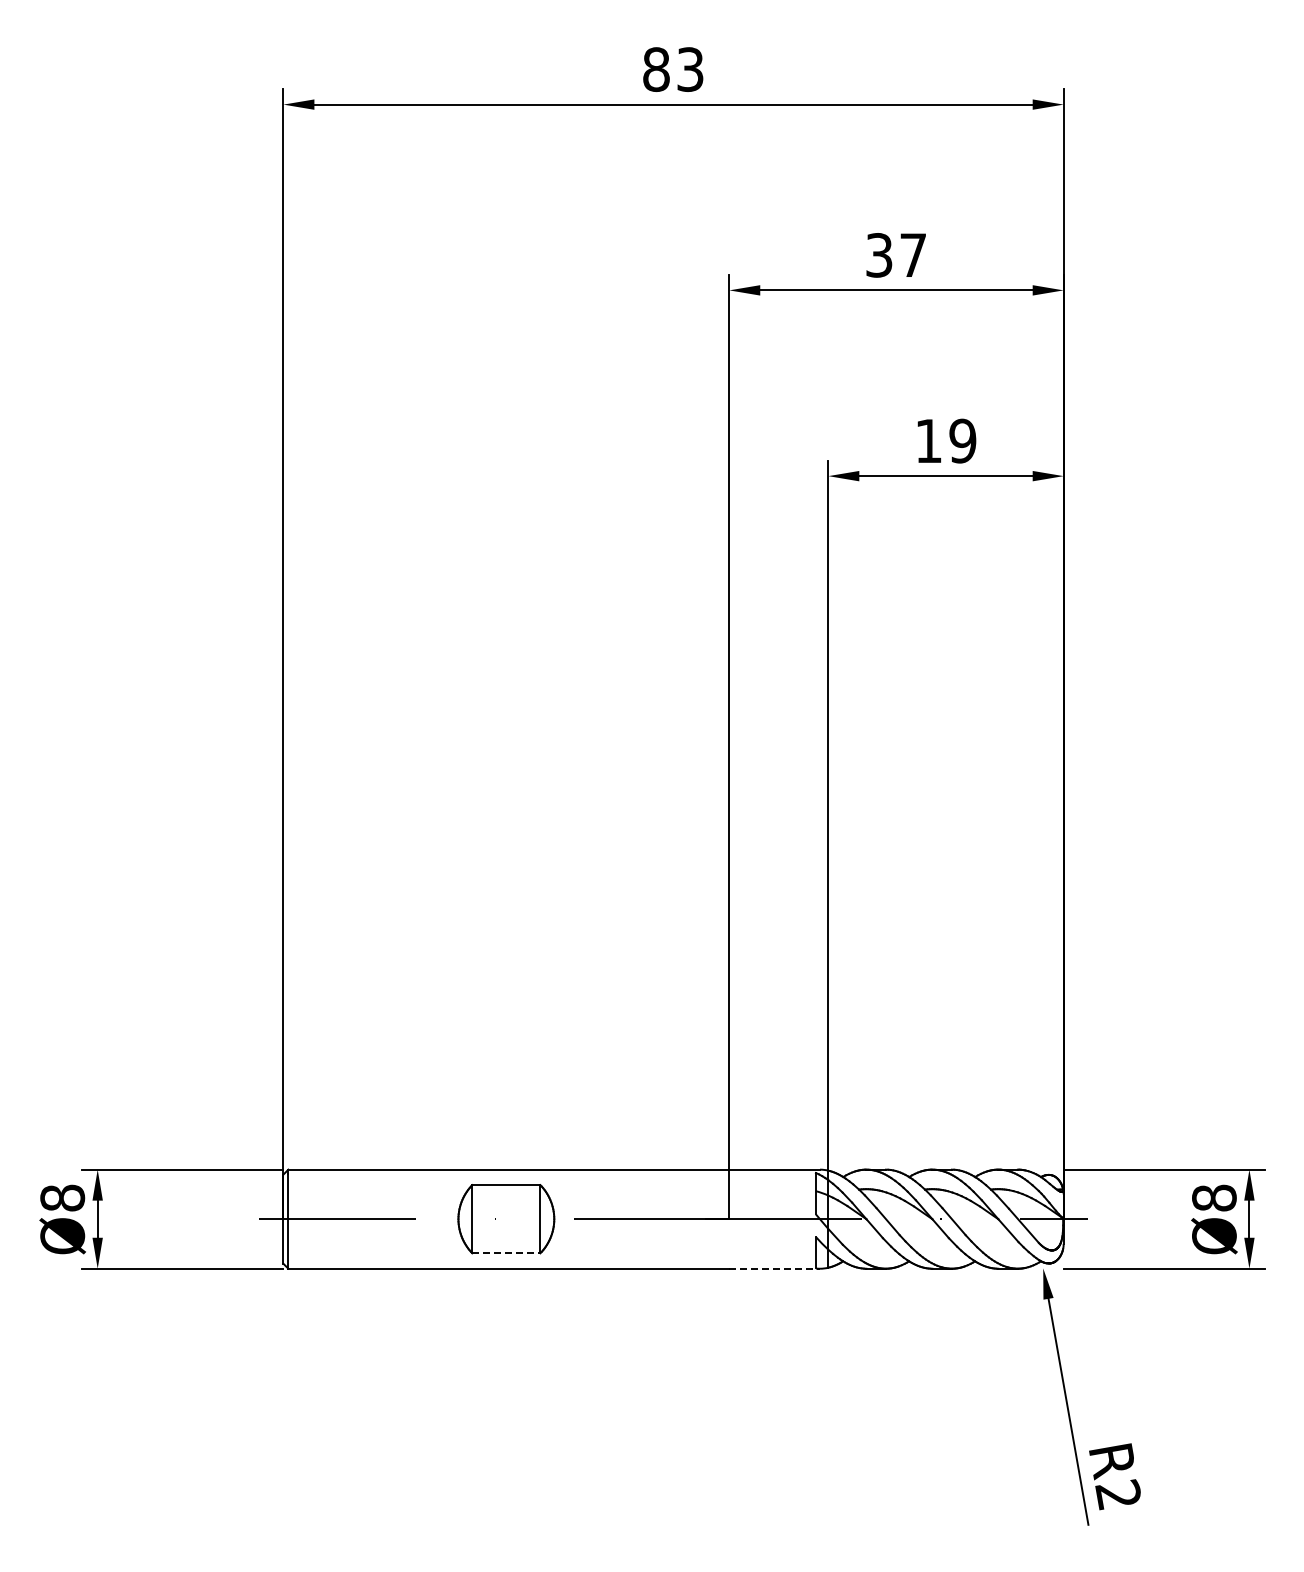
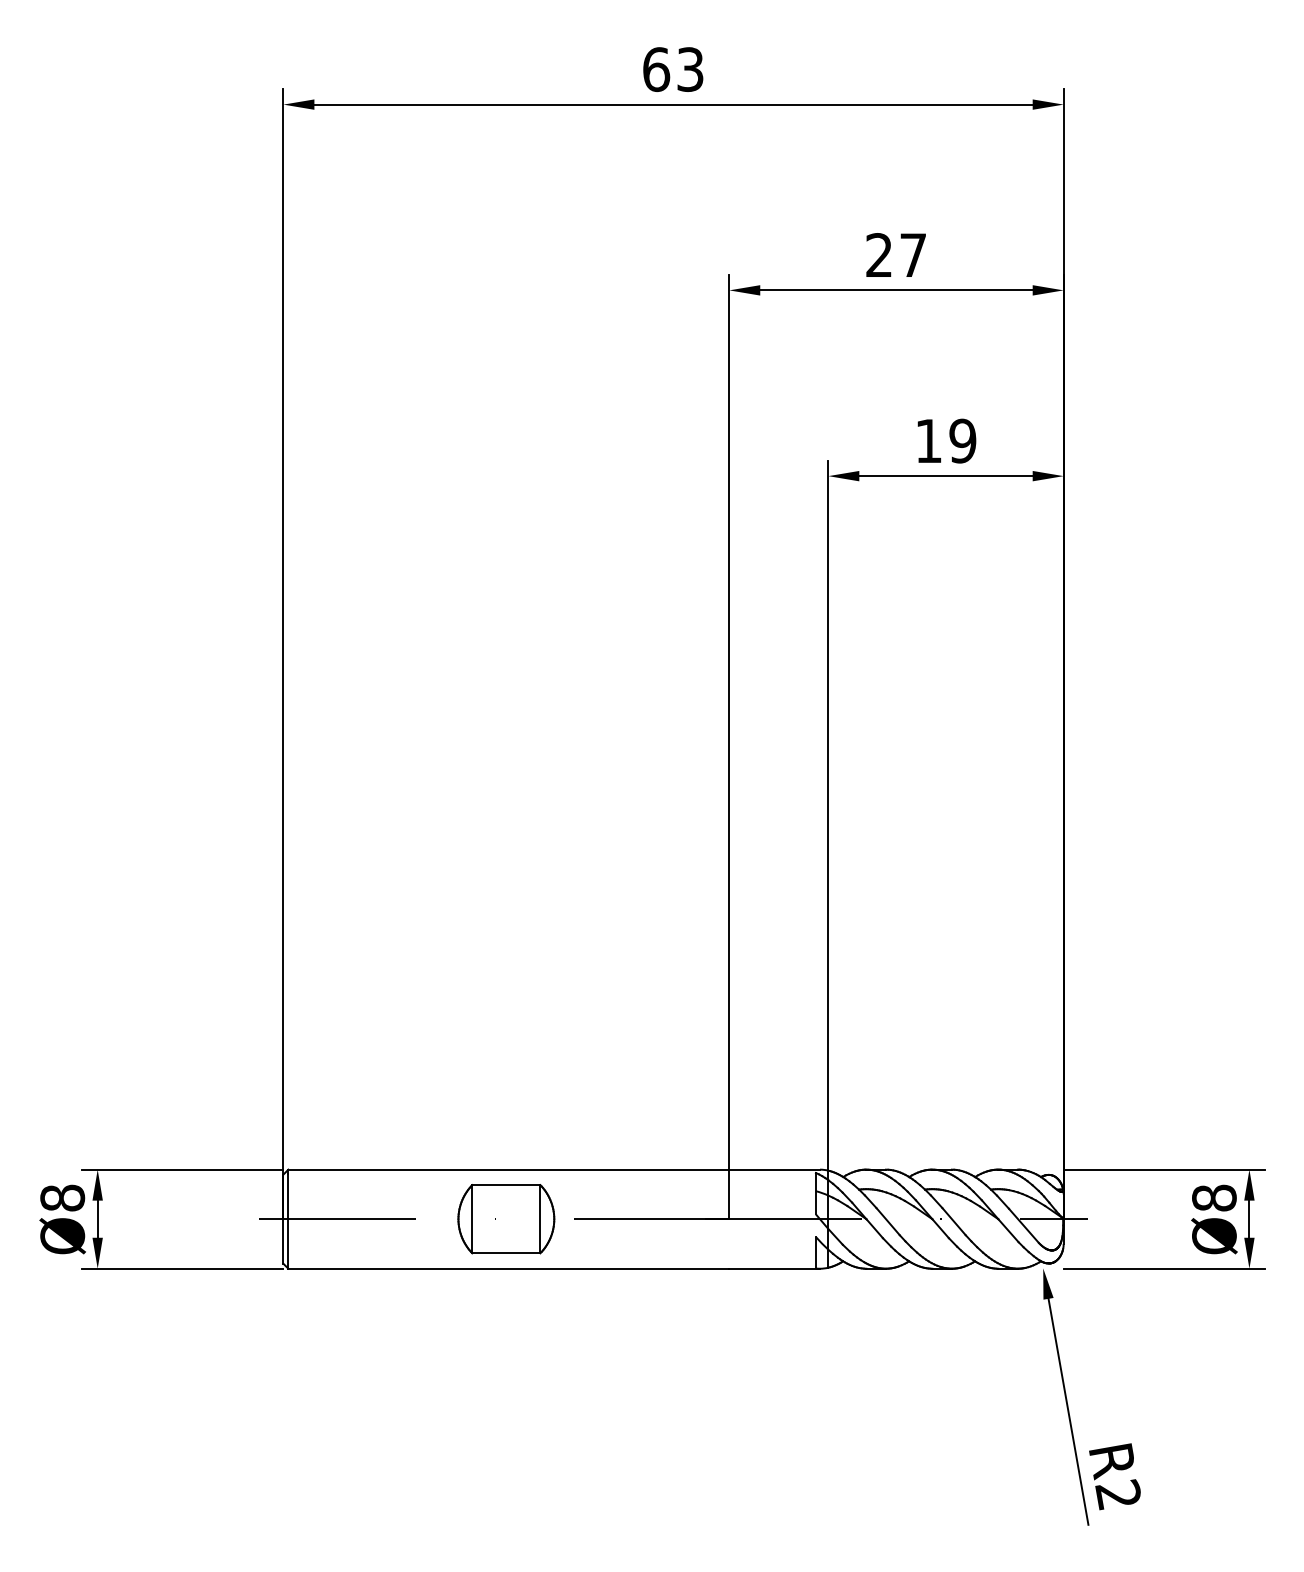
text at (656, 69): 83 -> 63
text at (879, 255): 37 -> 27
line at (506, 1253): dashed -> solid
line at (775, 1268): dashed -> solid
